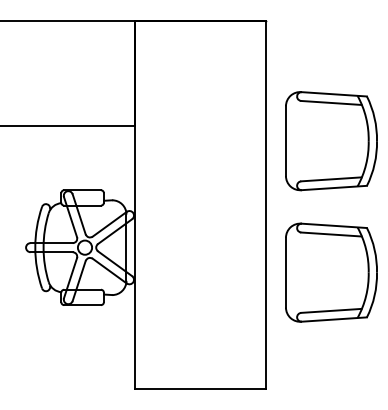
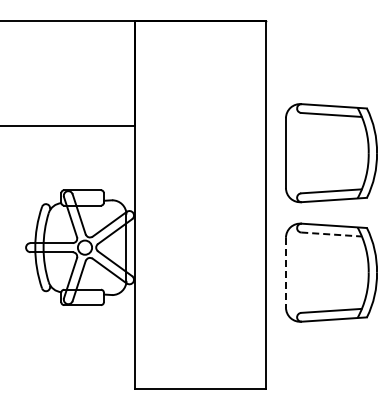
part at (331, 141) position: (331, 141) -> (331, 153)
line at (331, 234): solid -> dashed
line at (286, 272): solid -> dashed
